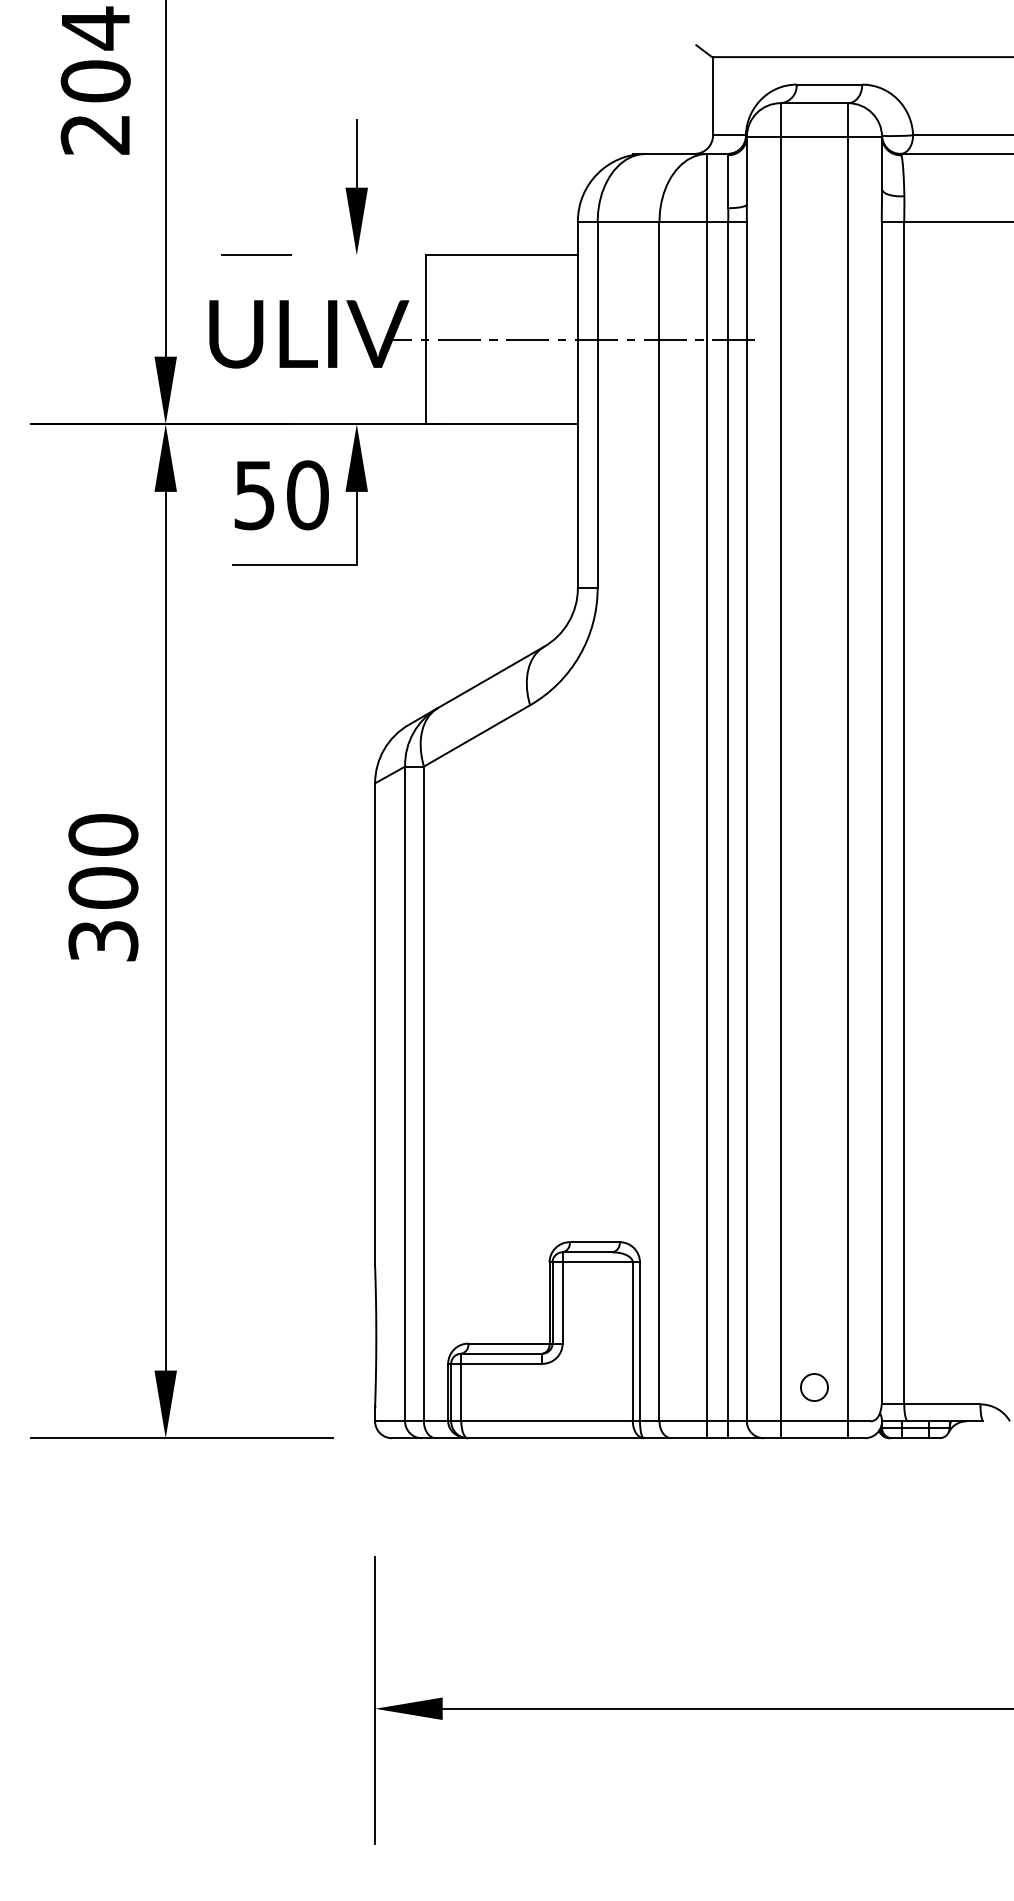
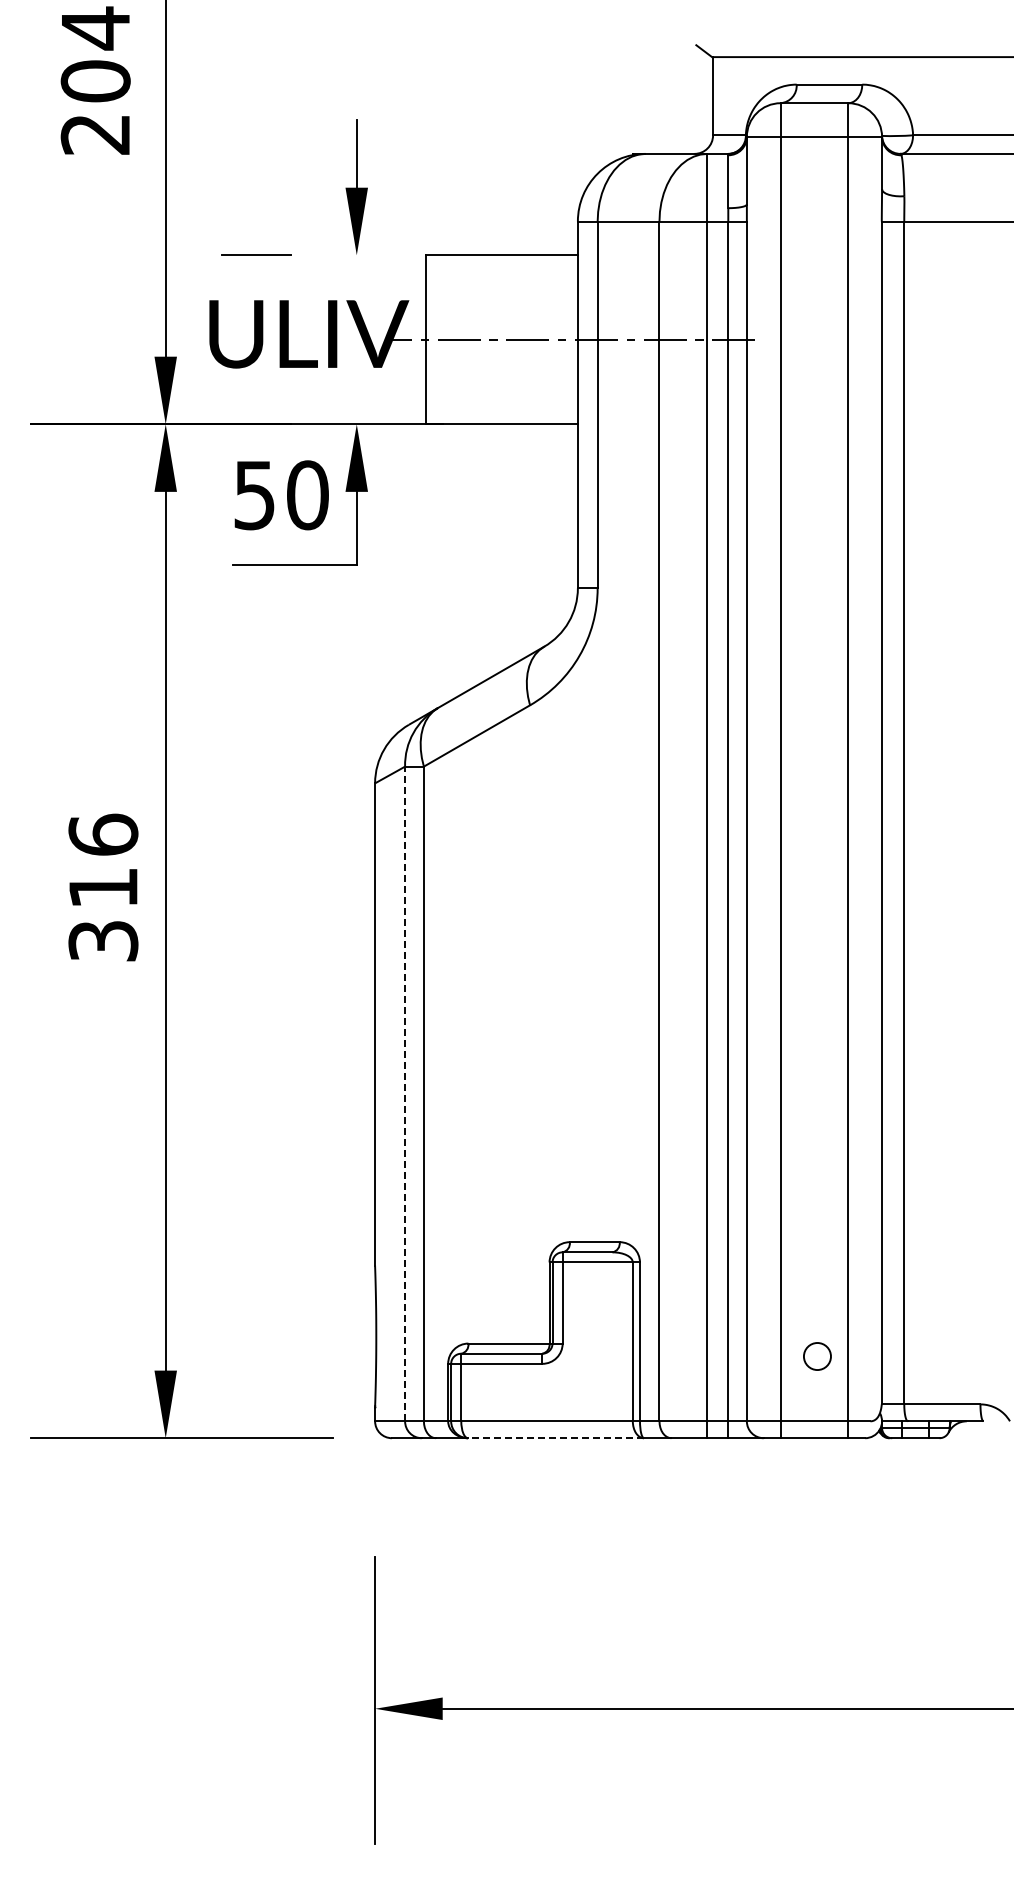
text at (103, 860): 300 -> 316
line at (405, 1093): solid -> dashed
circle at (814, 1387) position: (814, 1387) -> (817, 1356)
line at (556, 1438): solid -> dashed
